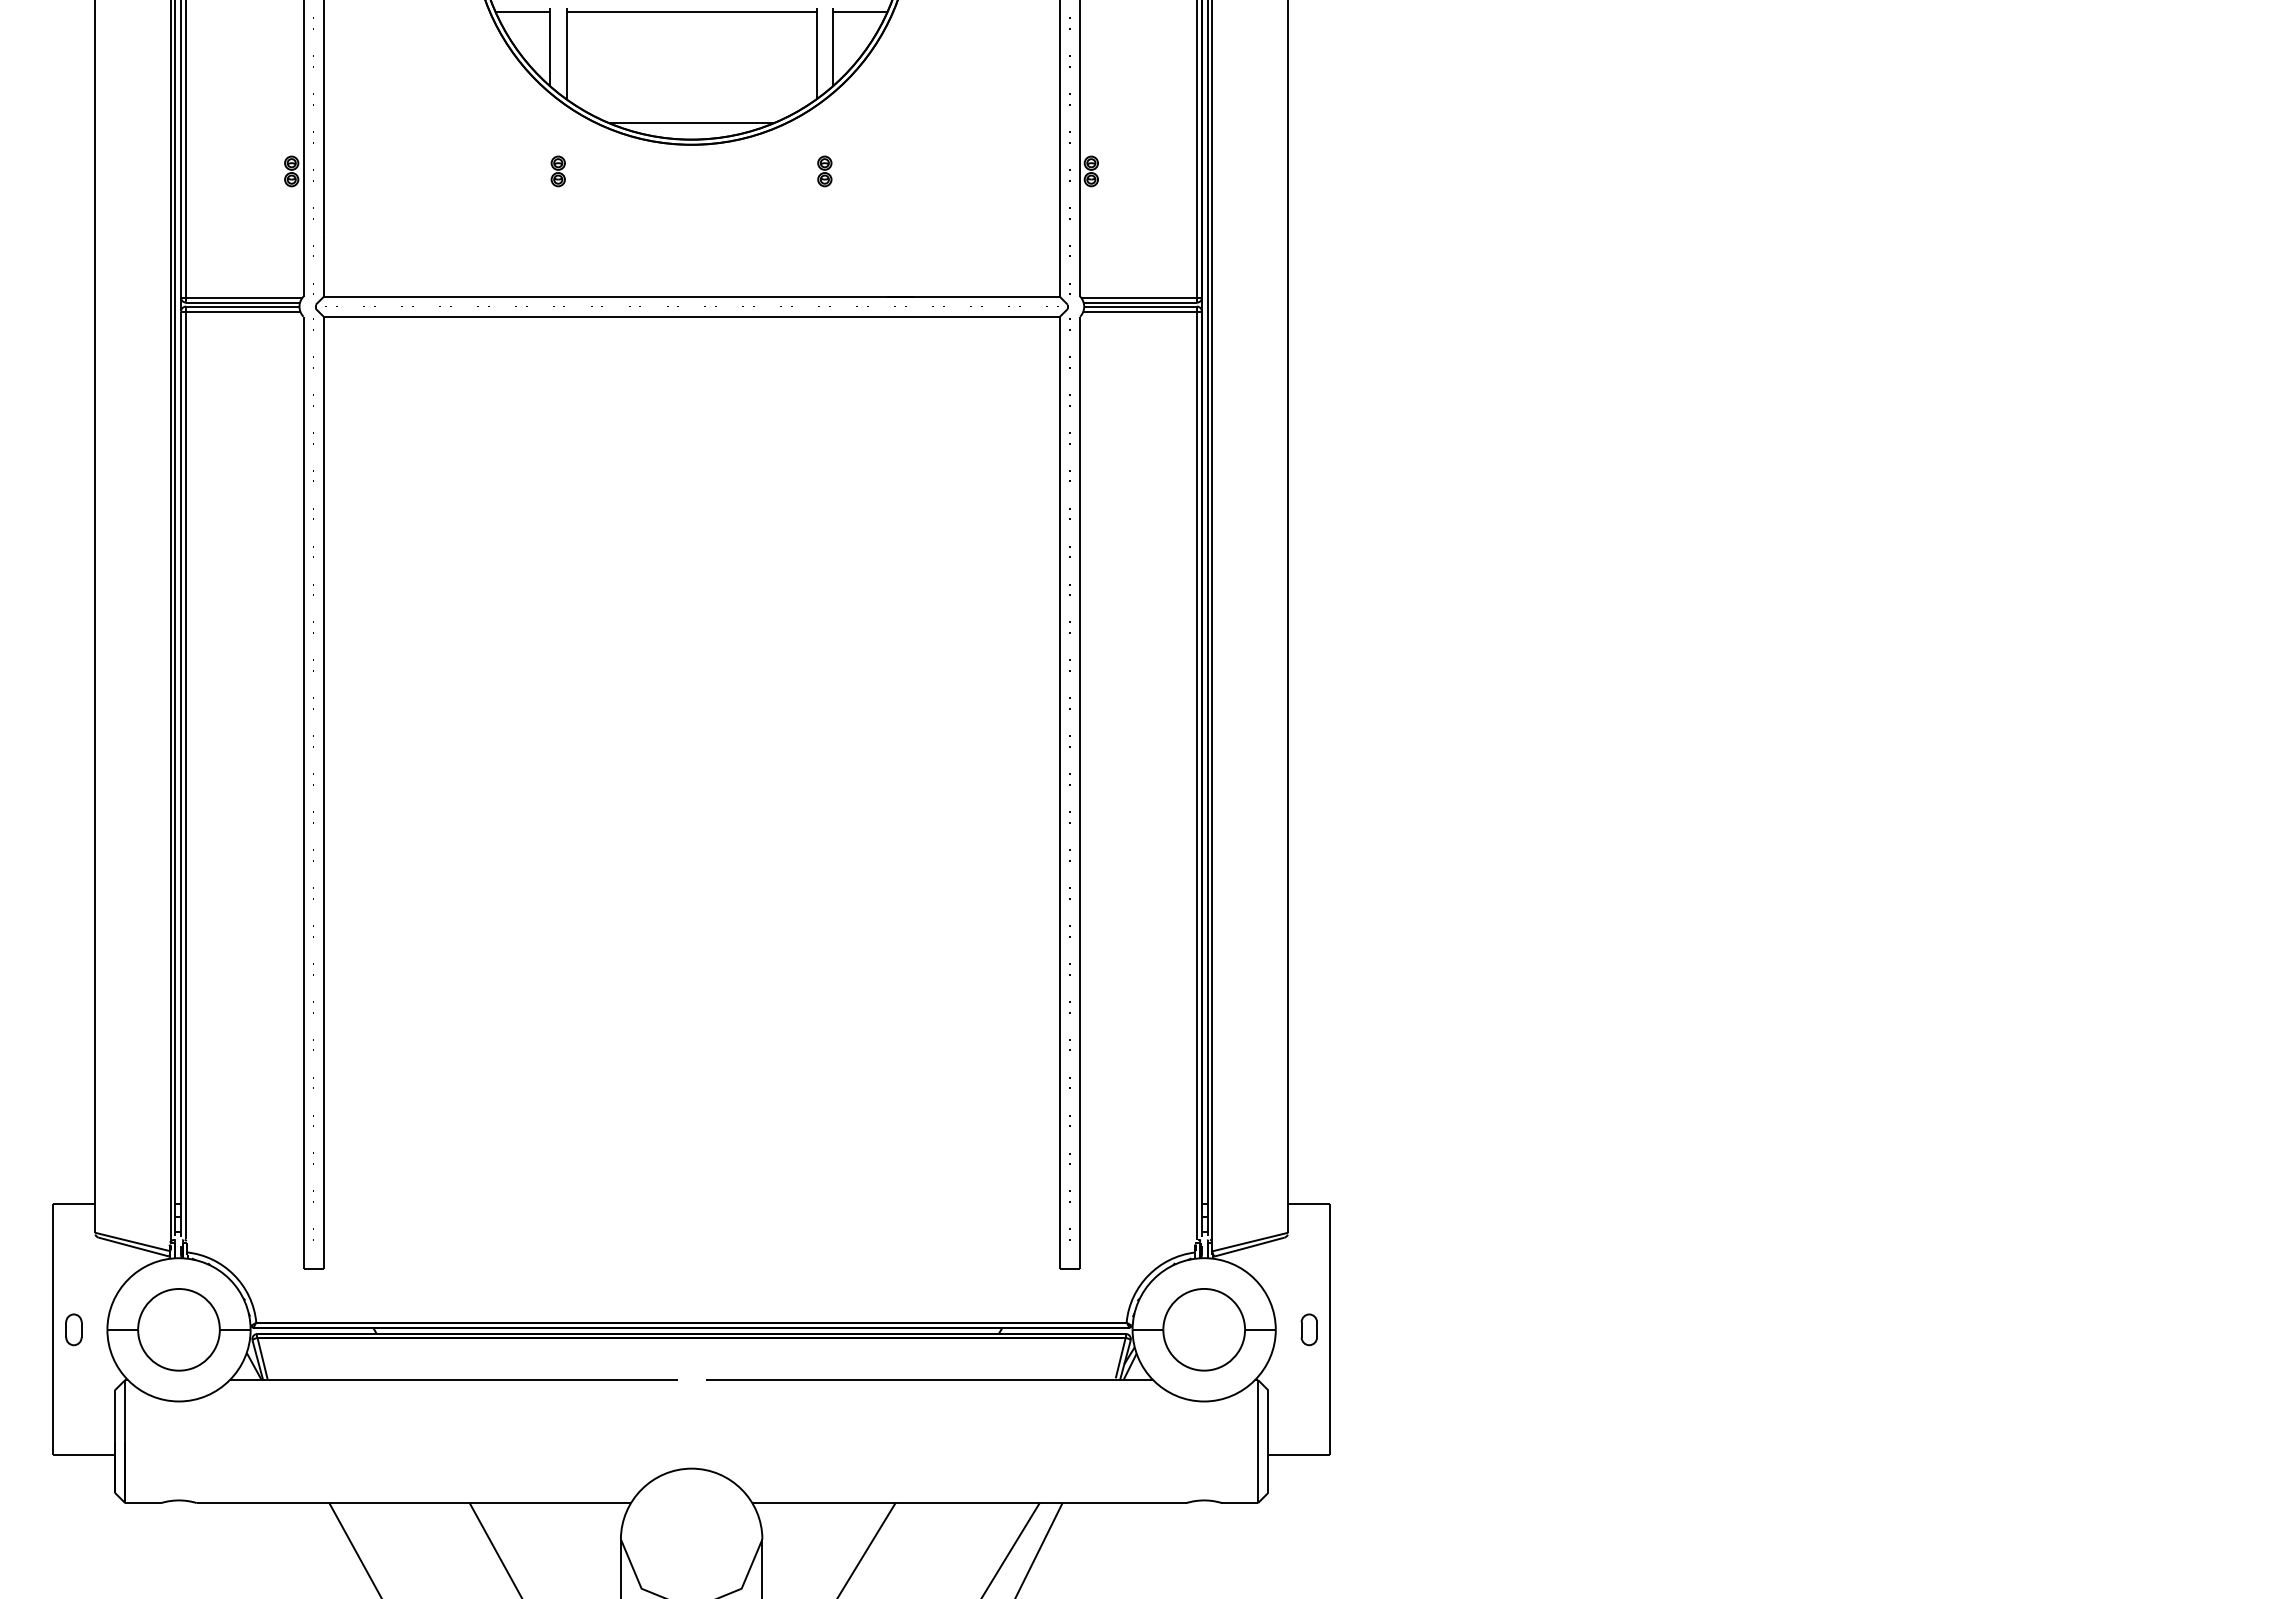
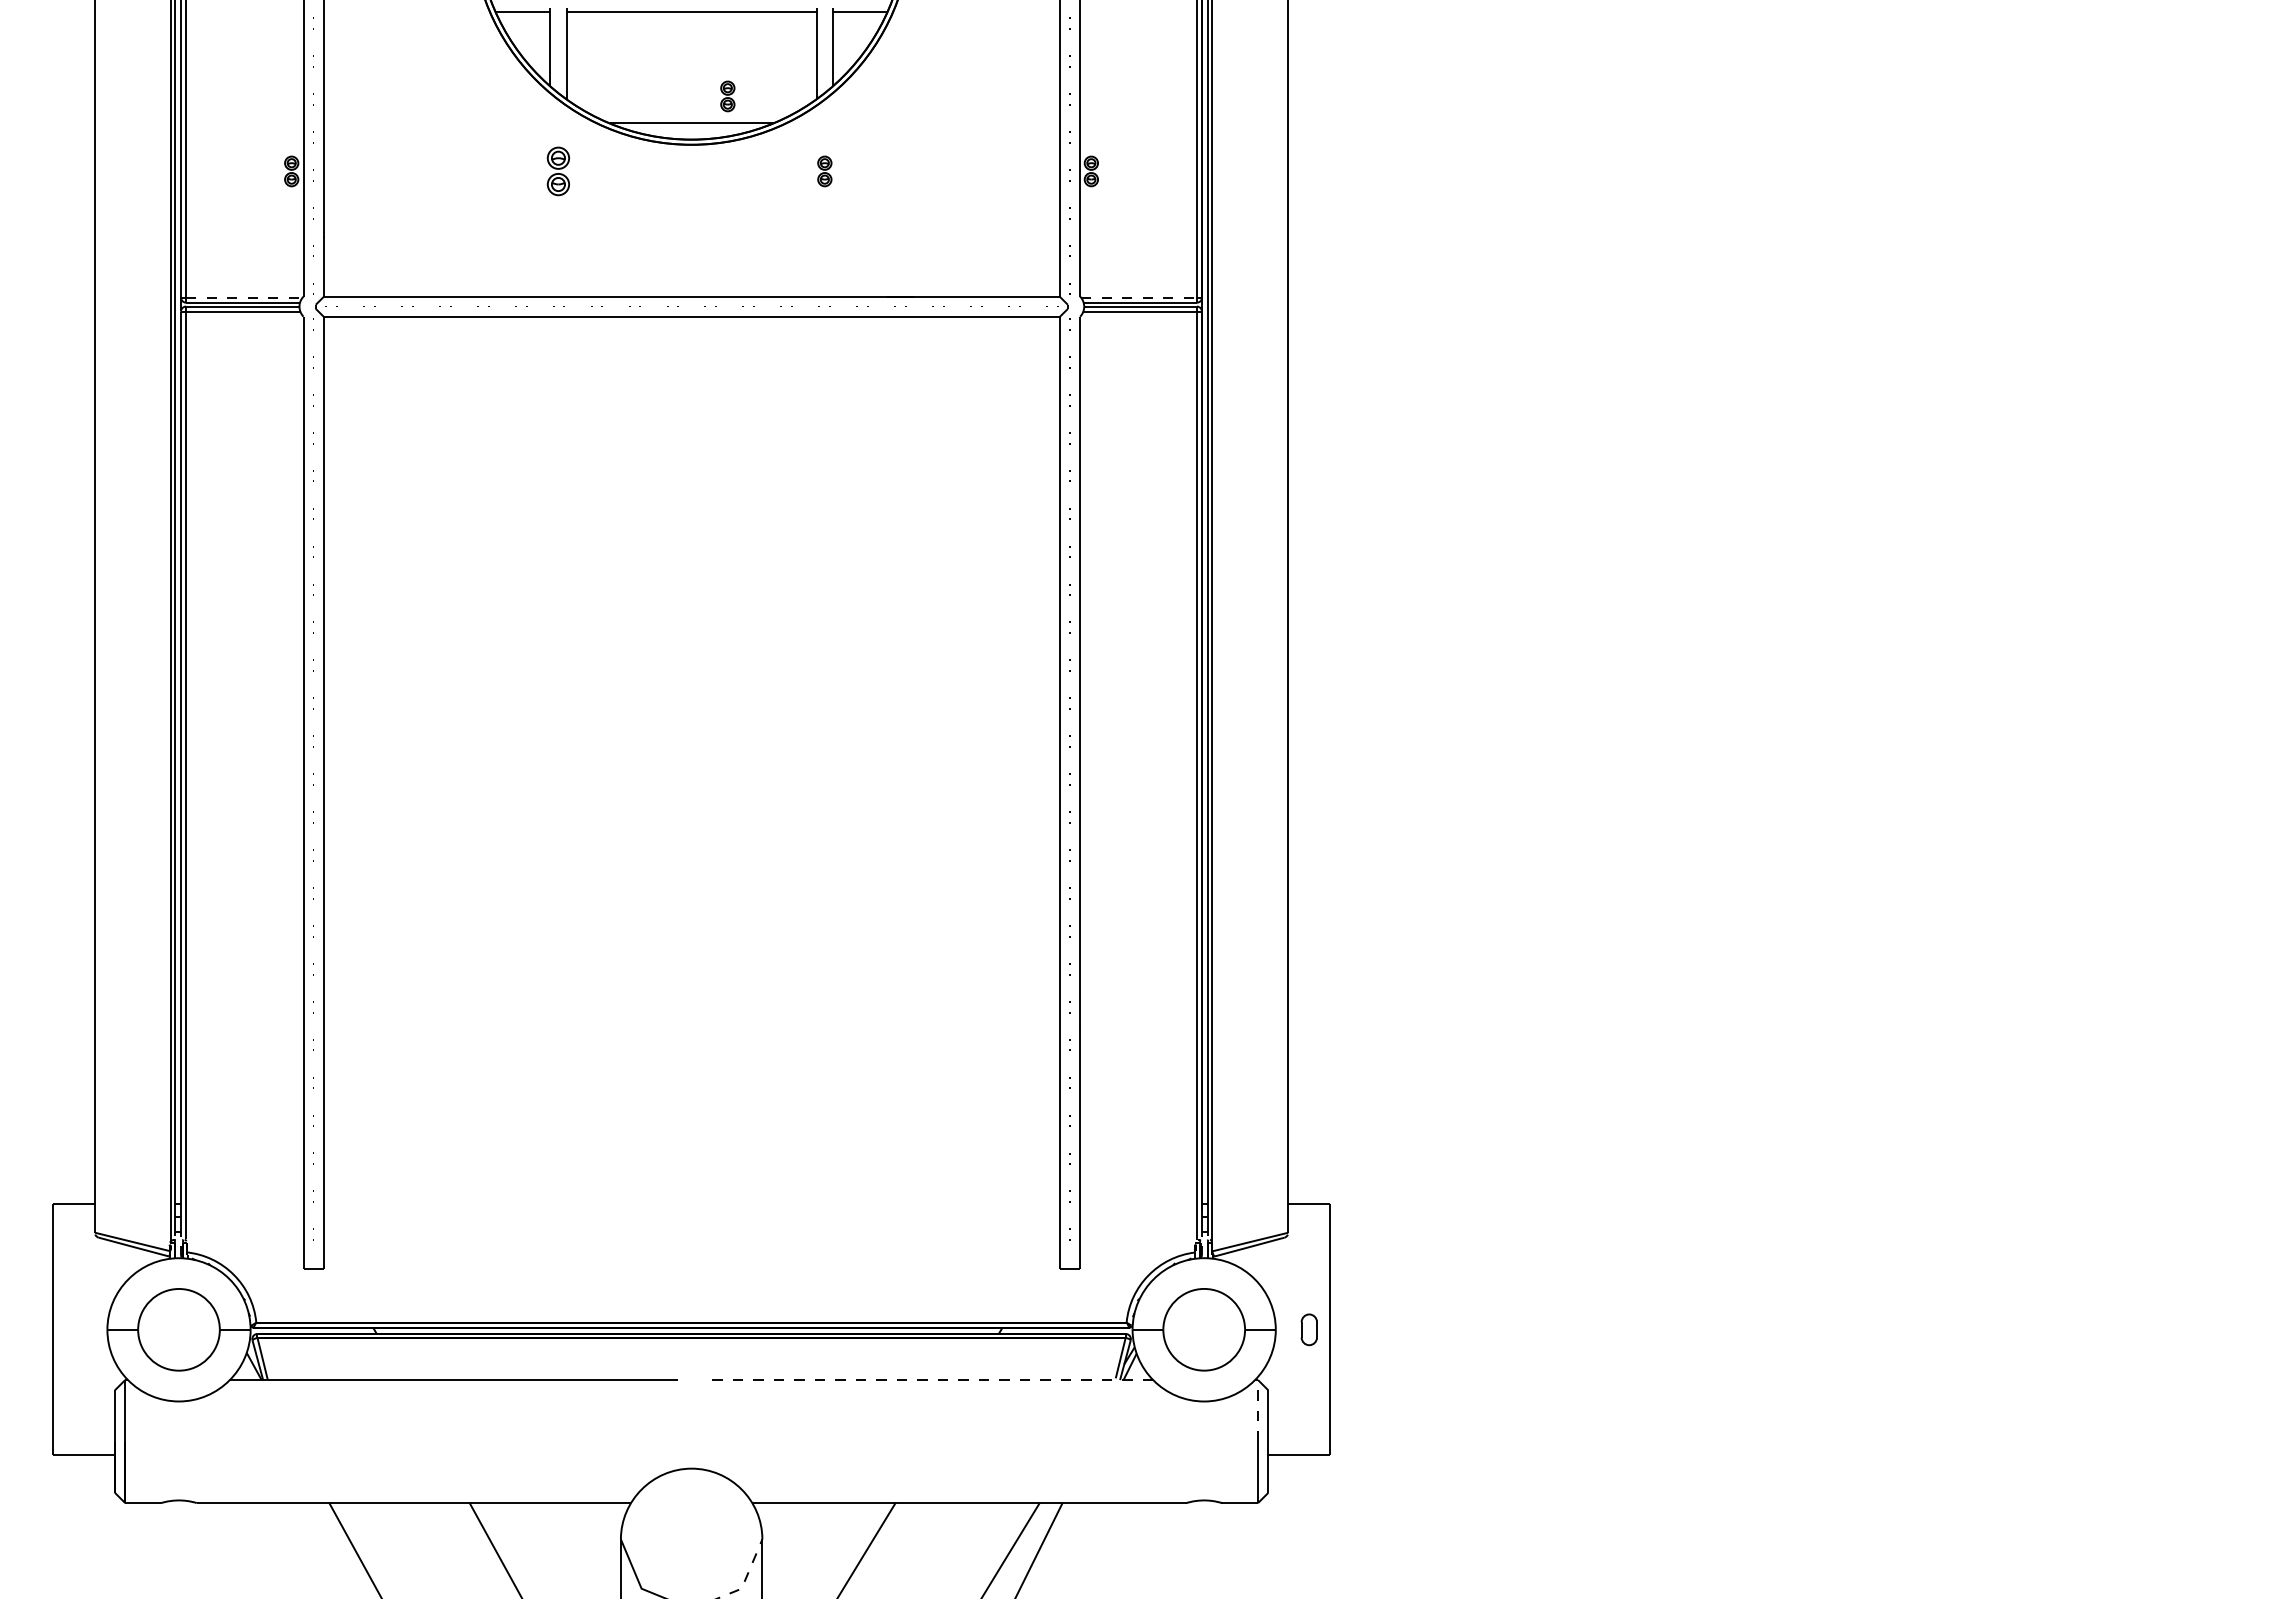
part at (727, 96): none -> present
part at (557, 171) size: 16x33 px -> 24x51 px
line at (244, 297): solid -> dashed
line at (1139, 297): solid -> dashed
part at (73, 1329): present -> none
line at (929, 1380): solid -> dashed
line at (1258, 1409): solid -> dashed
line at (746, 1576): solid -> dashed
